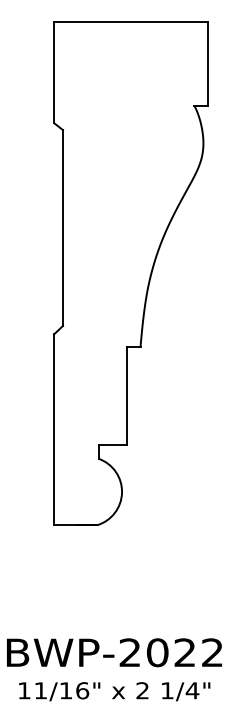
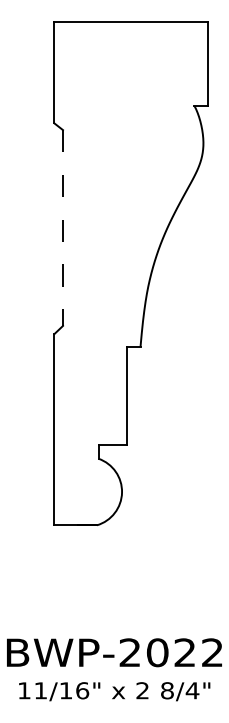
line at (63, 228): solid -> dashed
text at (167, 690): 1/4" -> 8/4"
